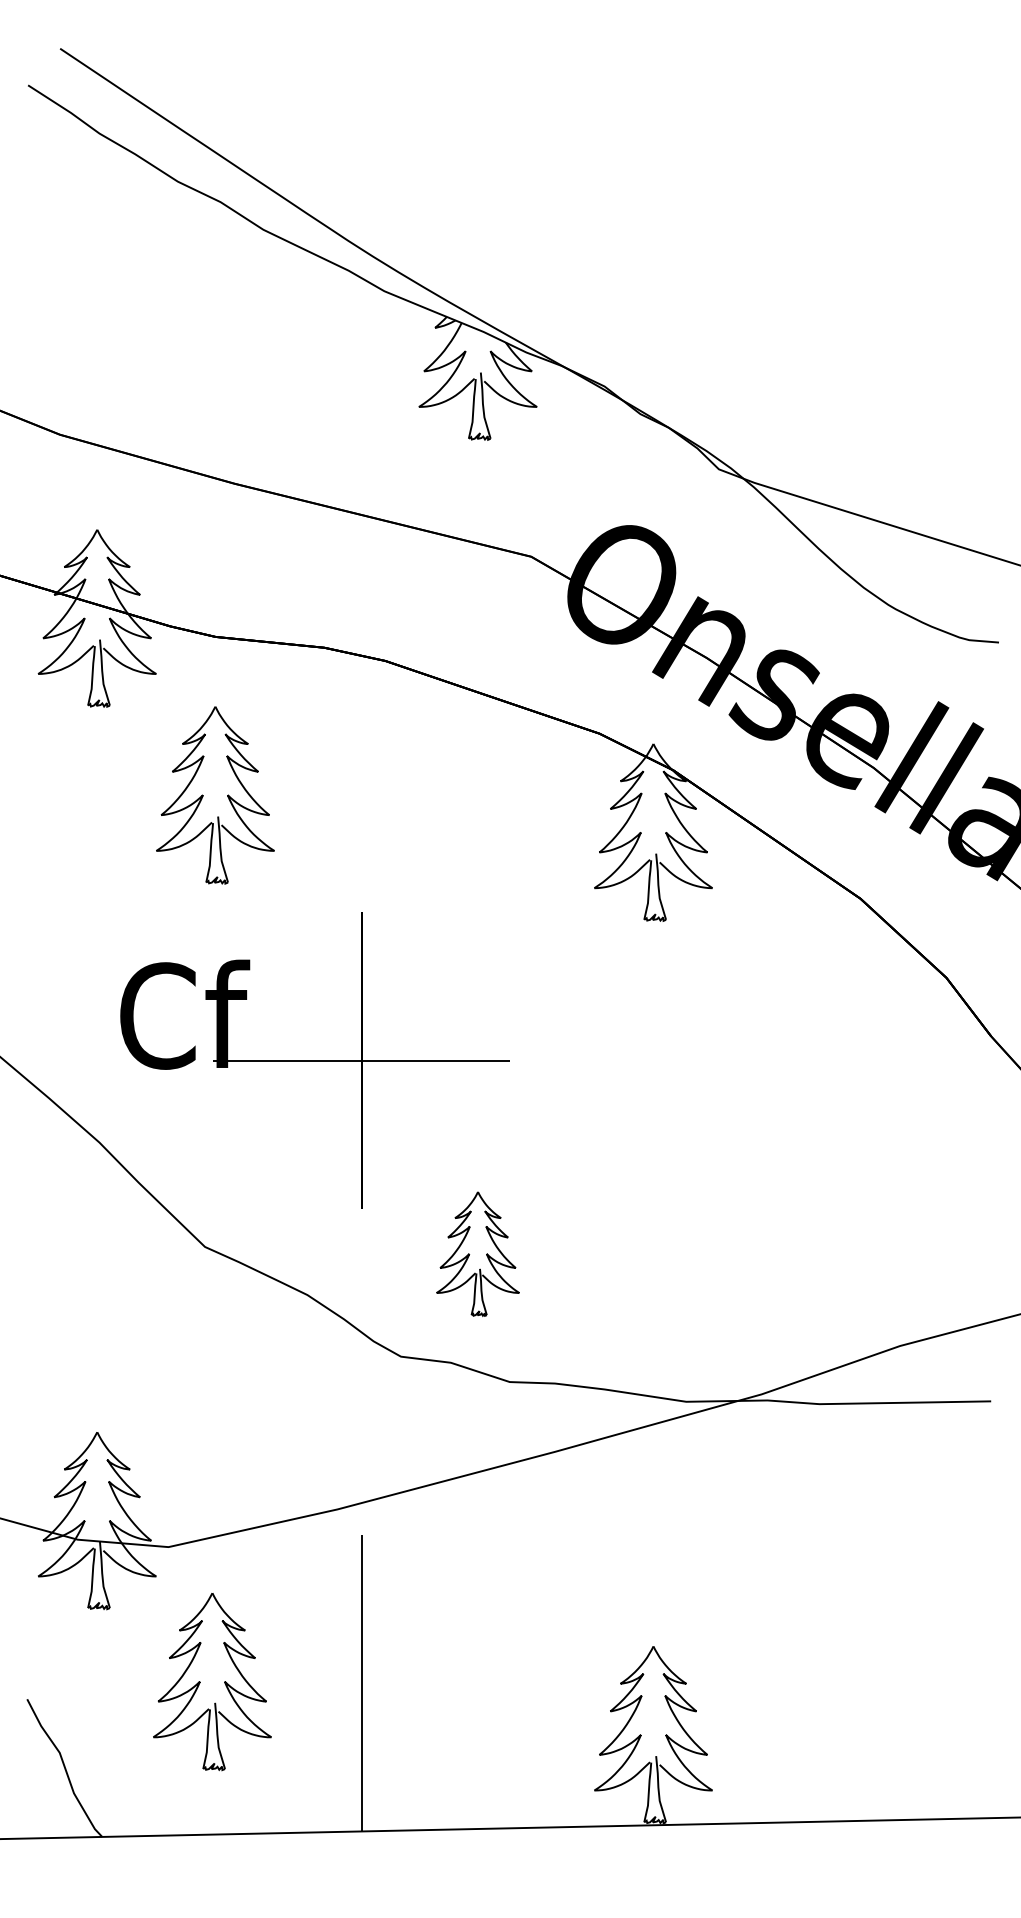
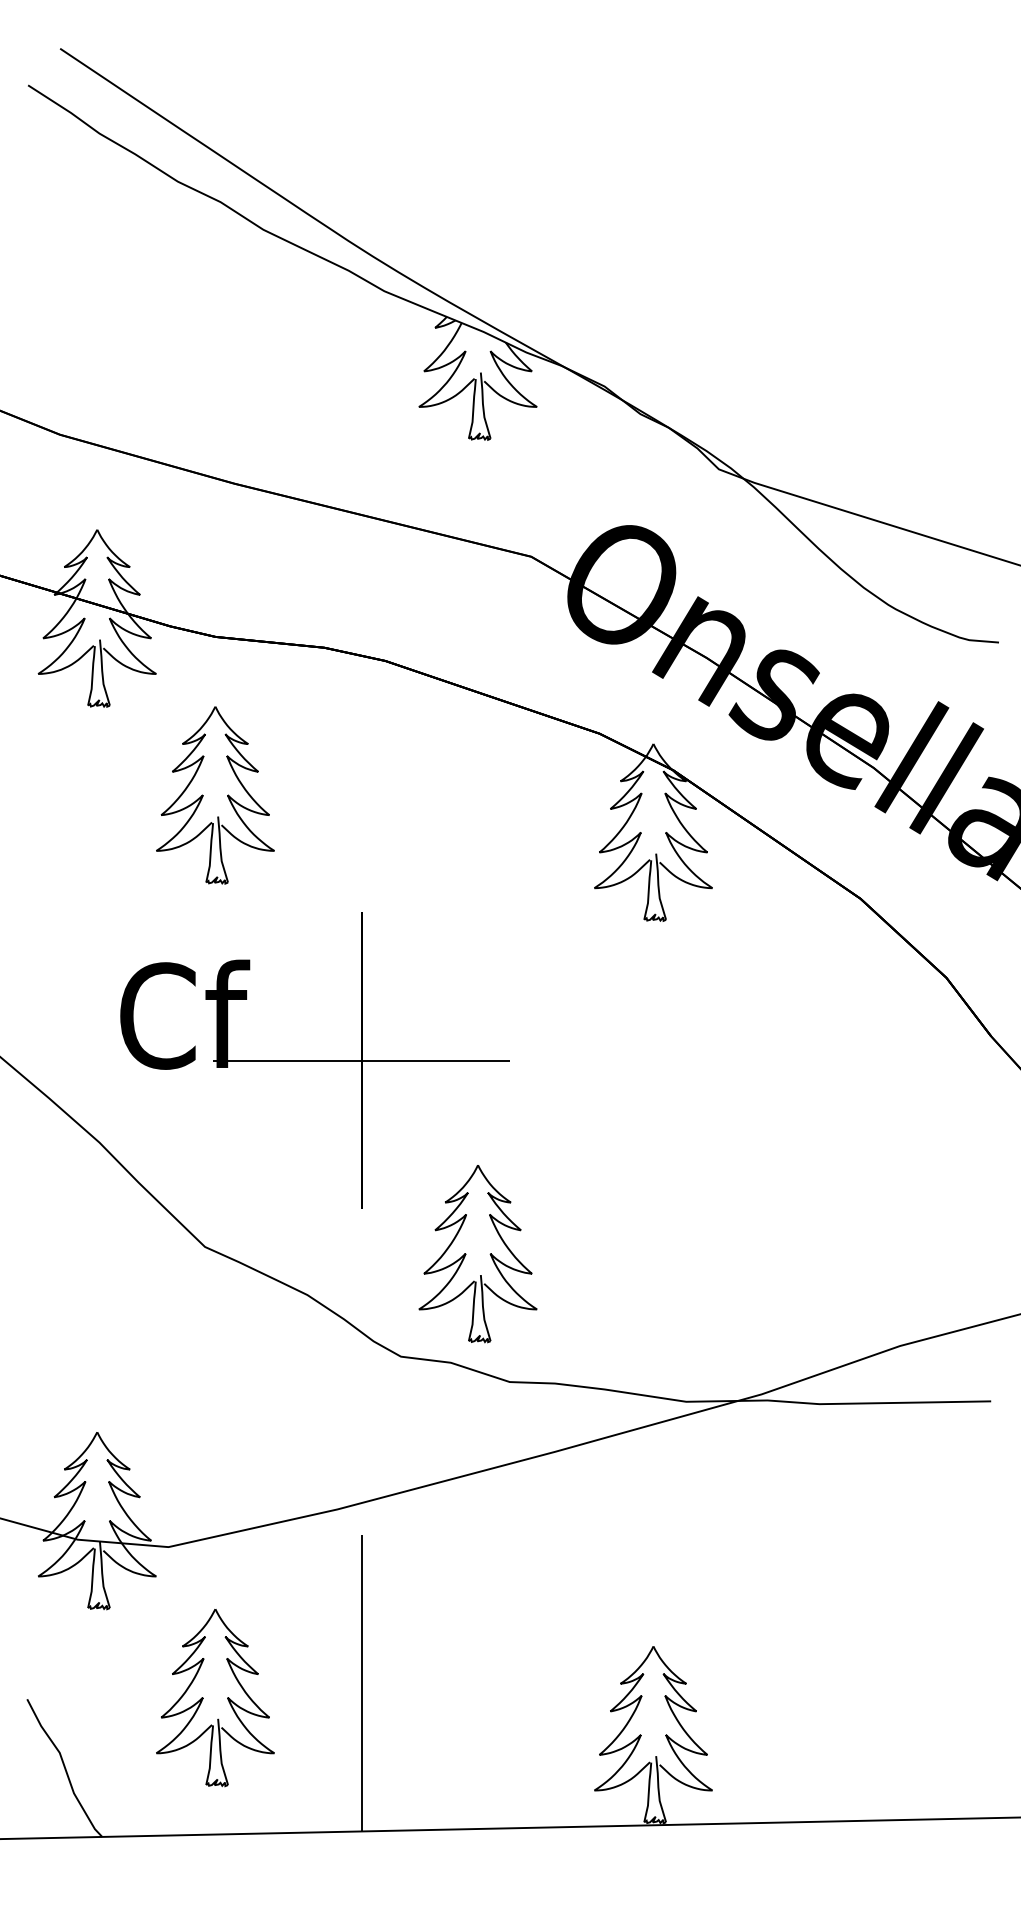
part at (477, 1253) size: 84x126 px -> 120x179 px
part at (200, 1682) position: (200, 1682) -> (203, 1698)
